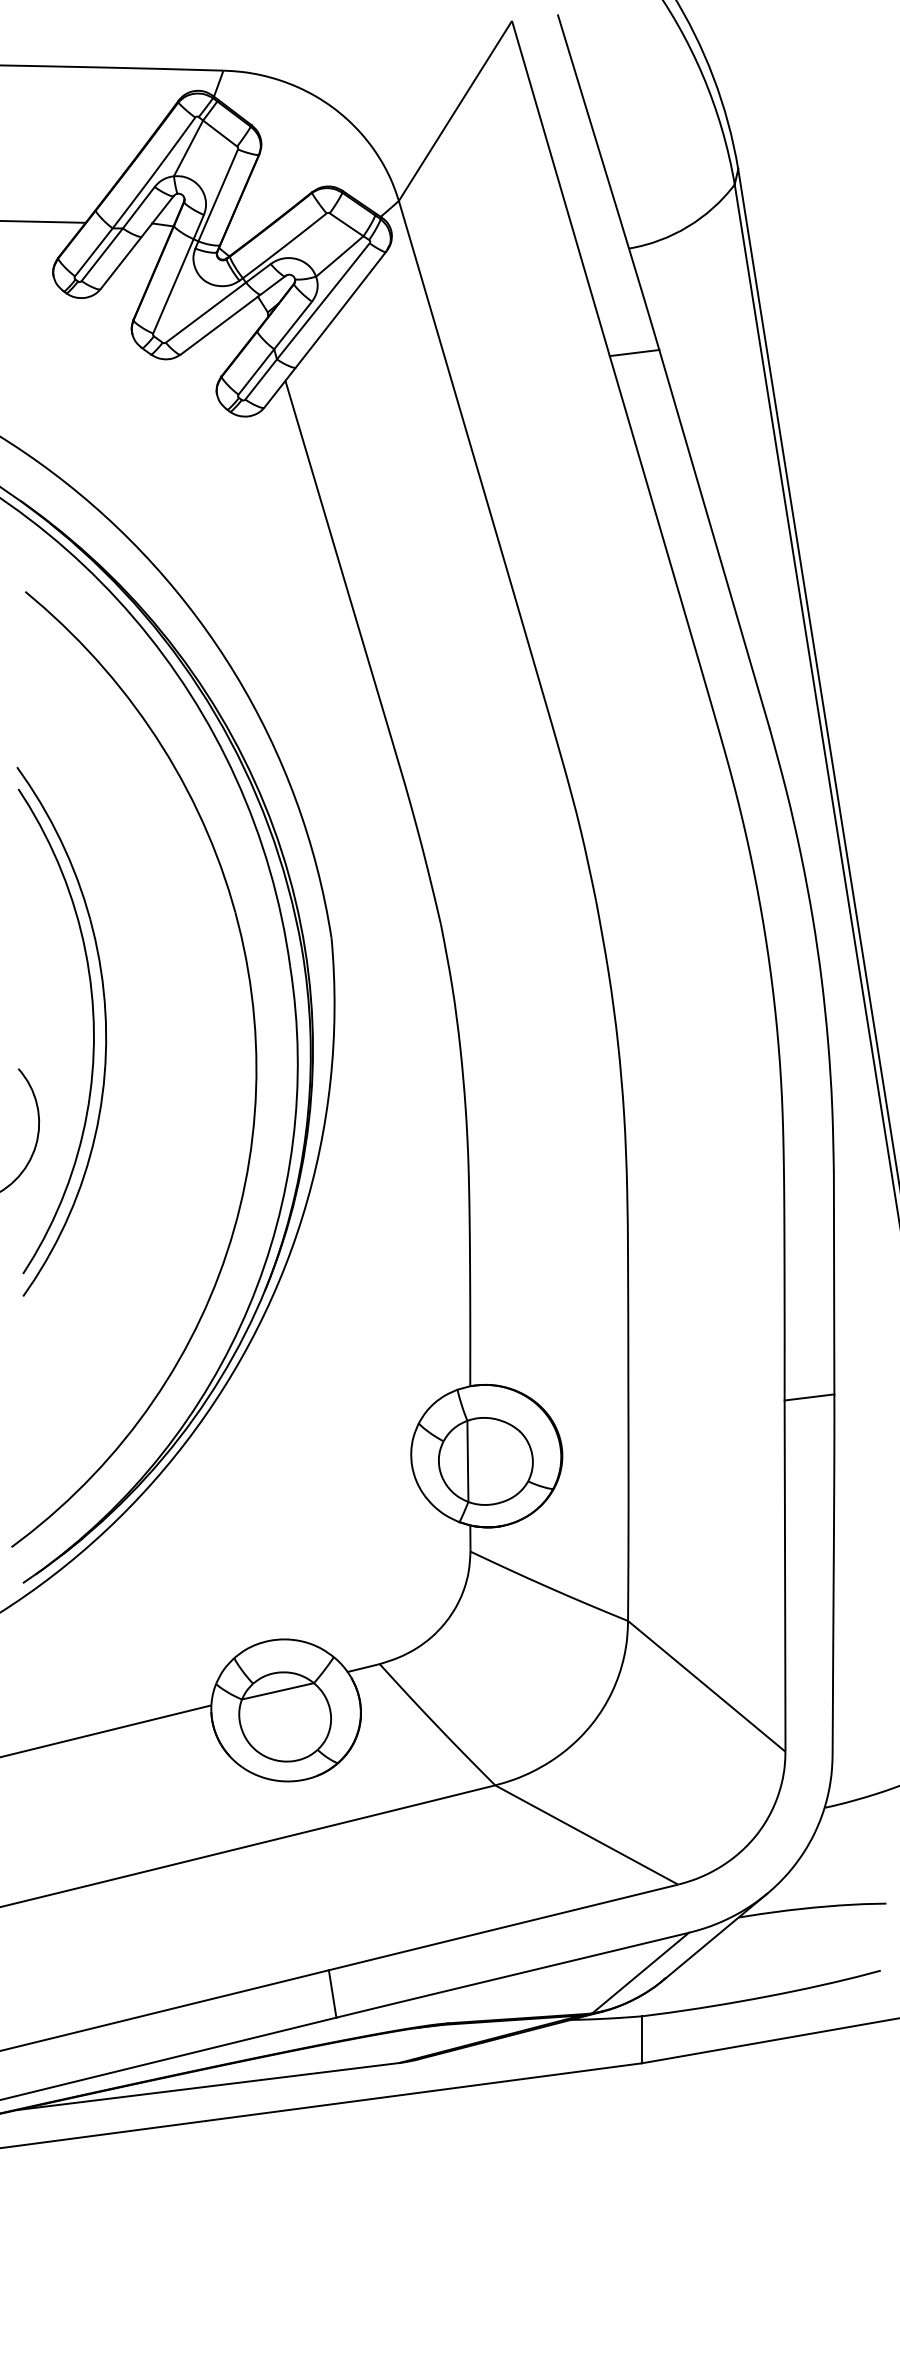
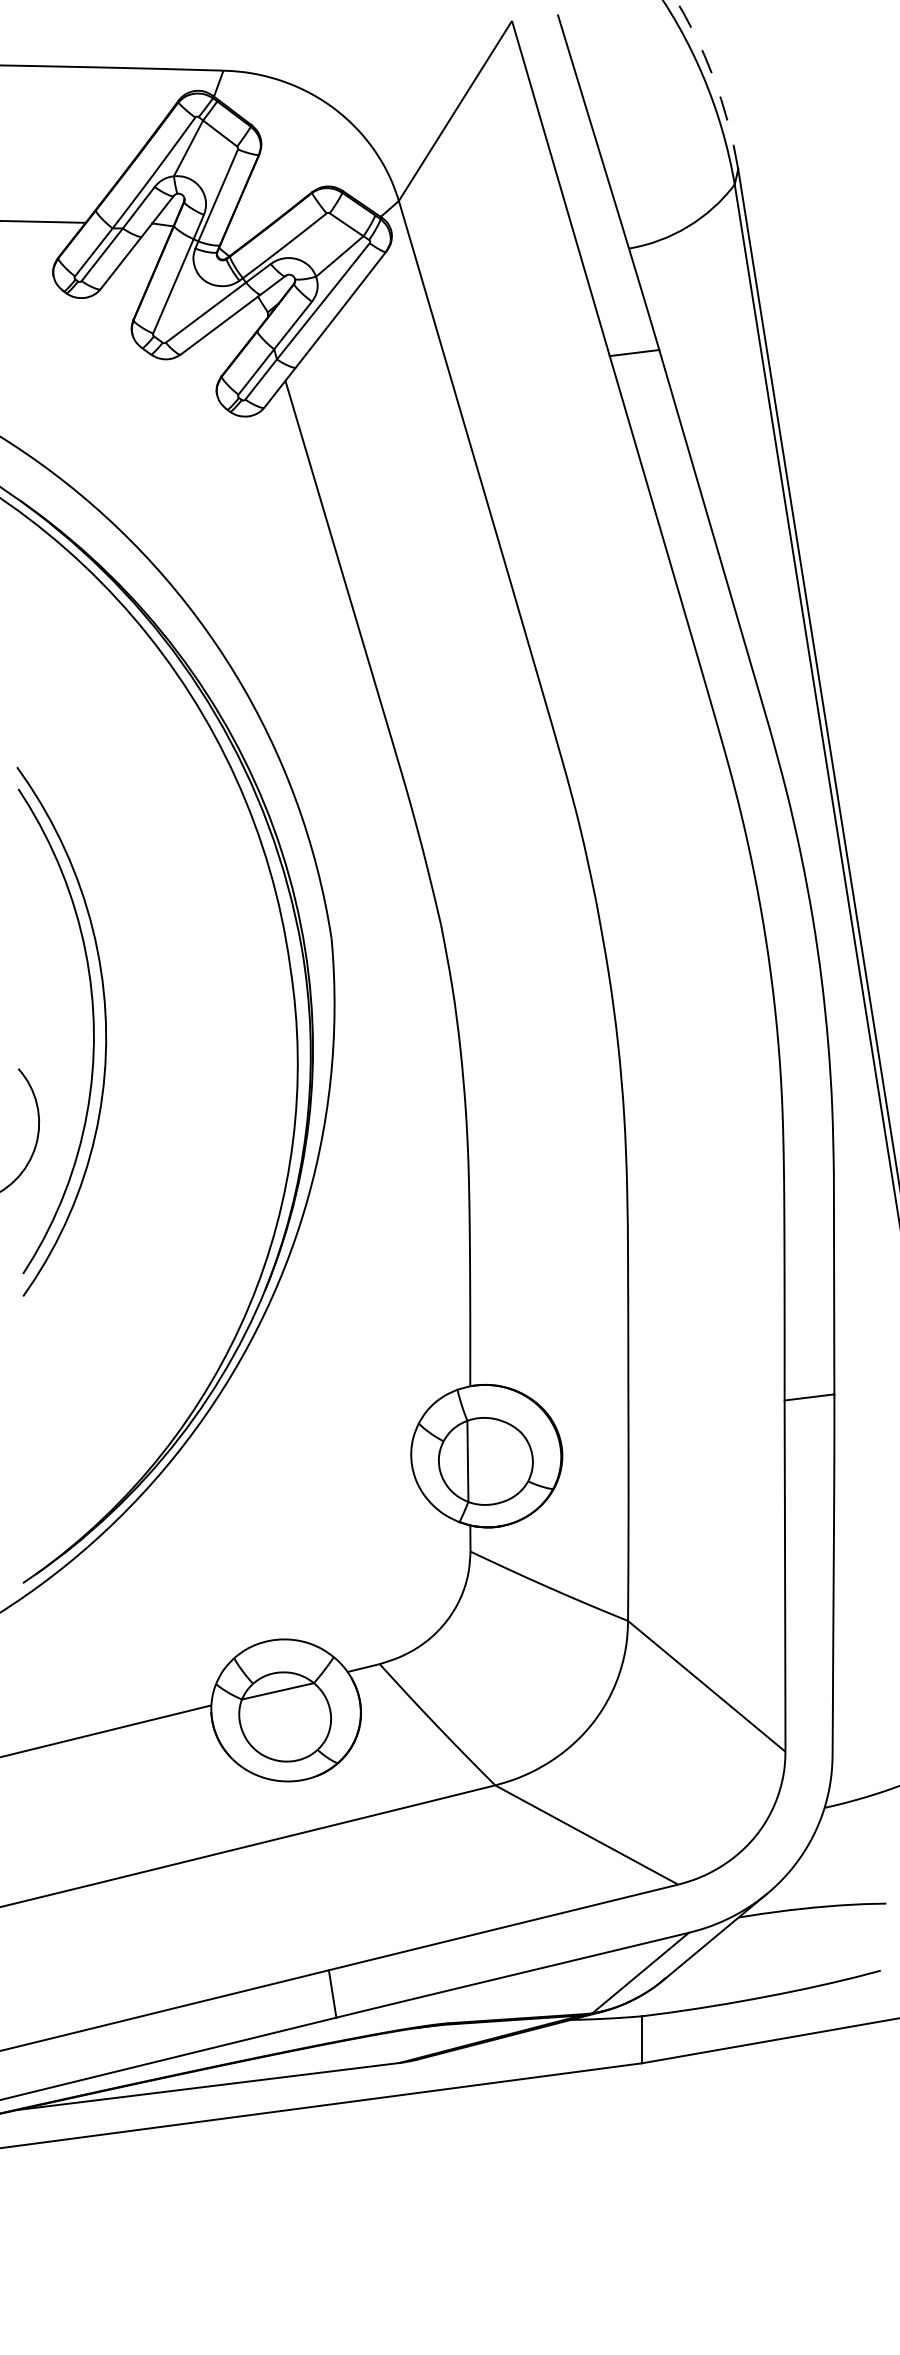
arc at (714, 80): solid -> dashed
part at (255, 1069): present -> none
